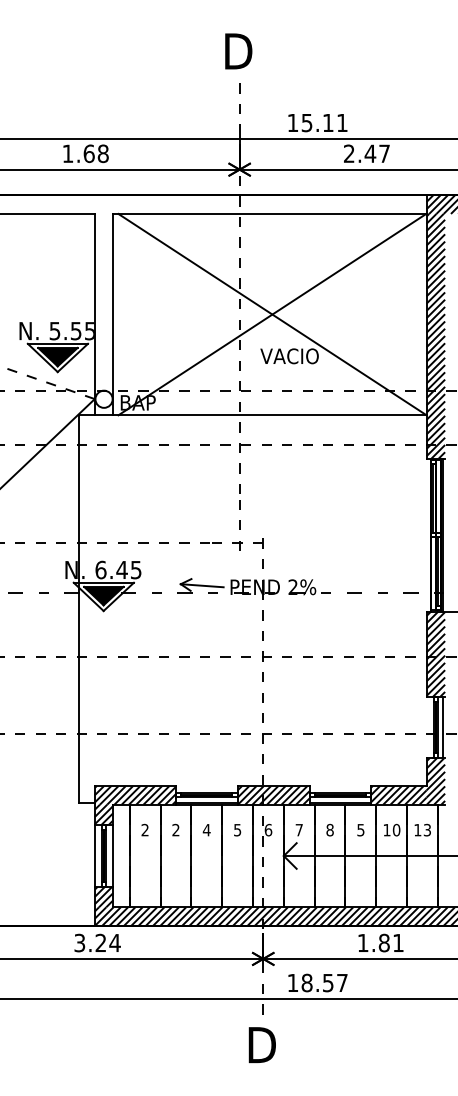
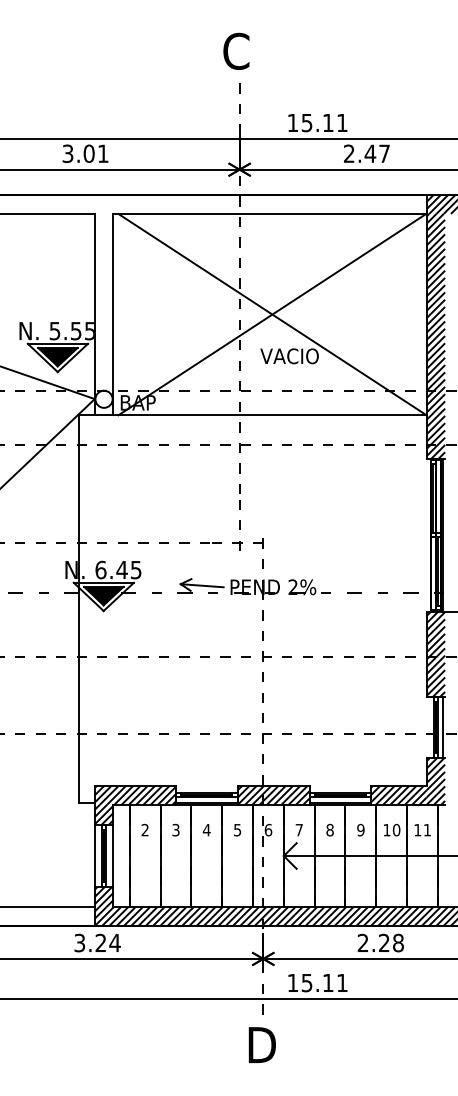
text at (237, 50): D -> C
text at (85, 153): 1.68 -> 3.01
line at (47, 382): dashed -> solid
text at (360, 829): 5 -> 9
text at (426, 829): 13 -> 11
text at (175, 830): 2 -> 3
line at (48, 907): none -> present
text at (380, 942): 1.81 -> 2.28
text at (324, 982): 18.57 -> 15.11
